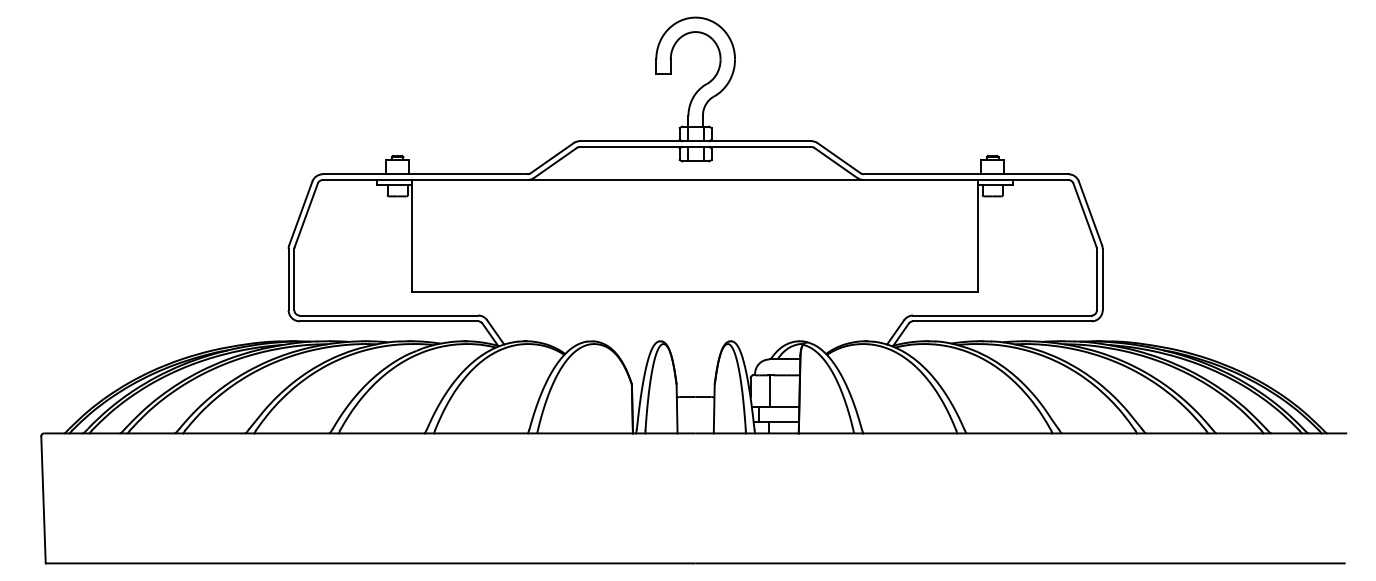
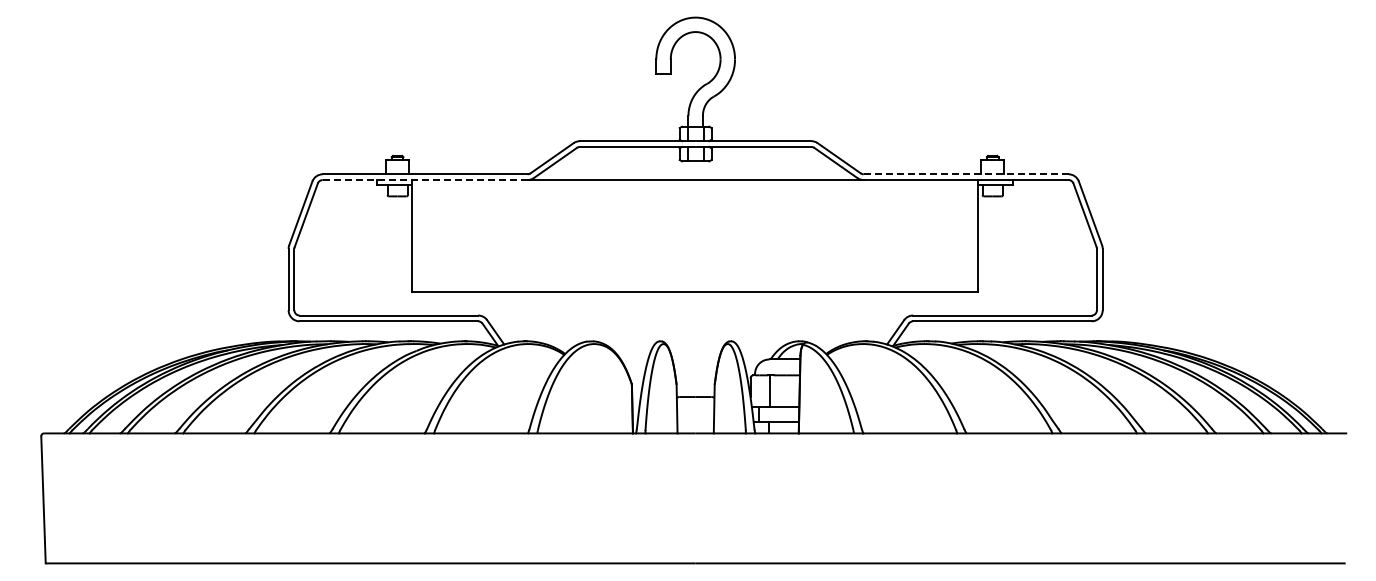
line at (966, 174): solid -> dashed
line at (424, 180): solid -> dashed
